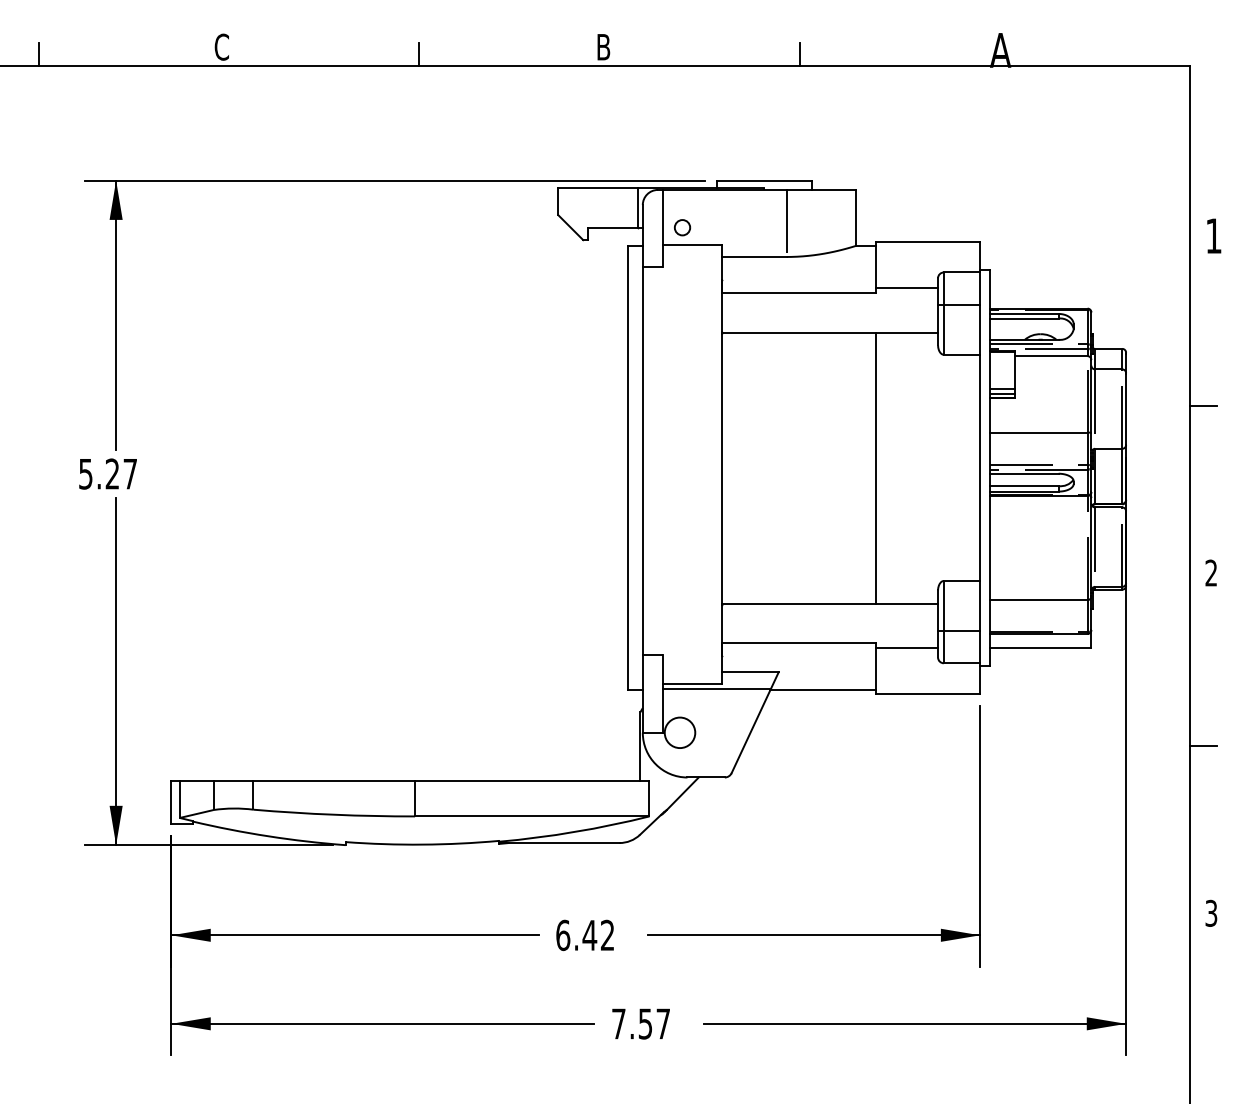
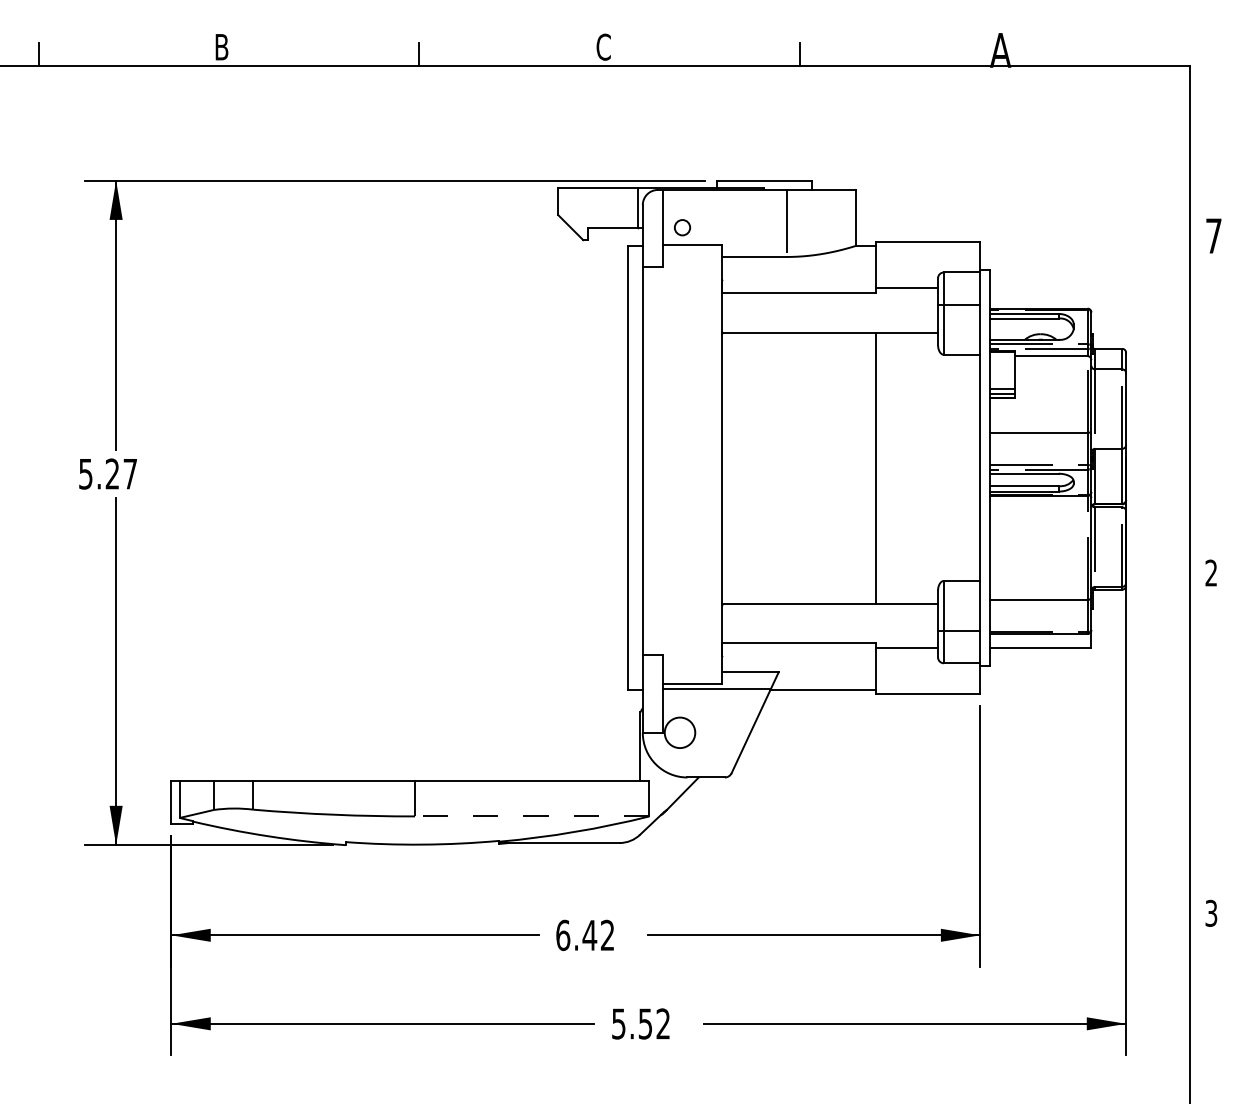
text at (221, 46): C -> B
text at (603, 46): B -> C
text at (1213, 235): 1 -> 7
line at (1202, 405): present -> none
line at (1202, 746): present -> none
line at (531, 816): solid -> dashed
text at (640, 1023): 7.57 -> 5.52
